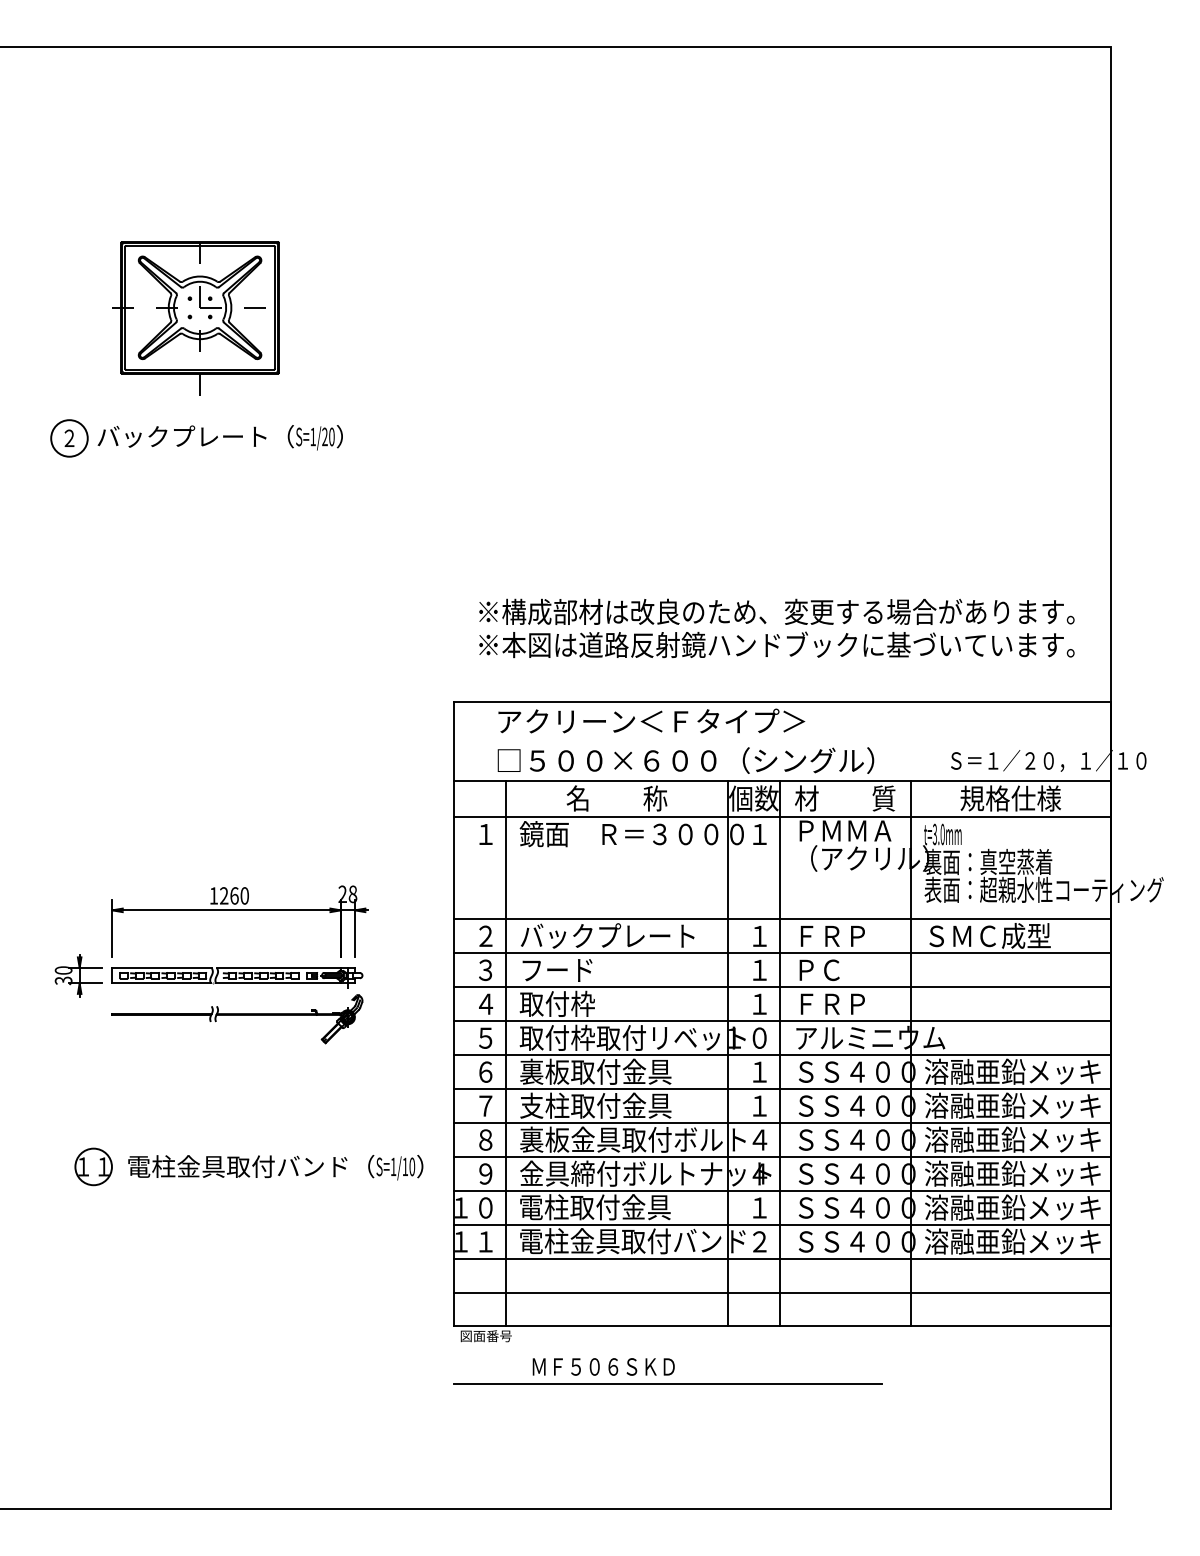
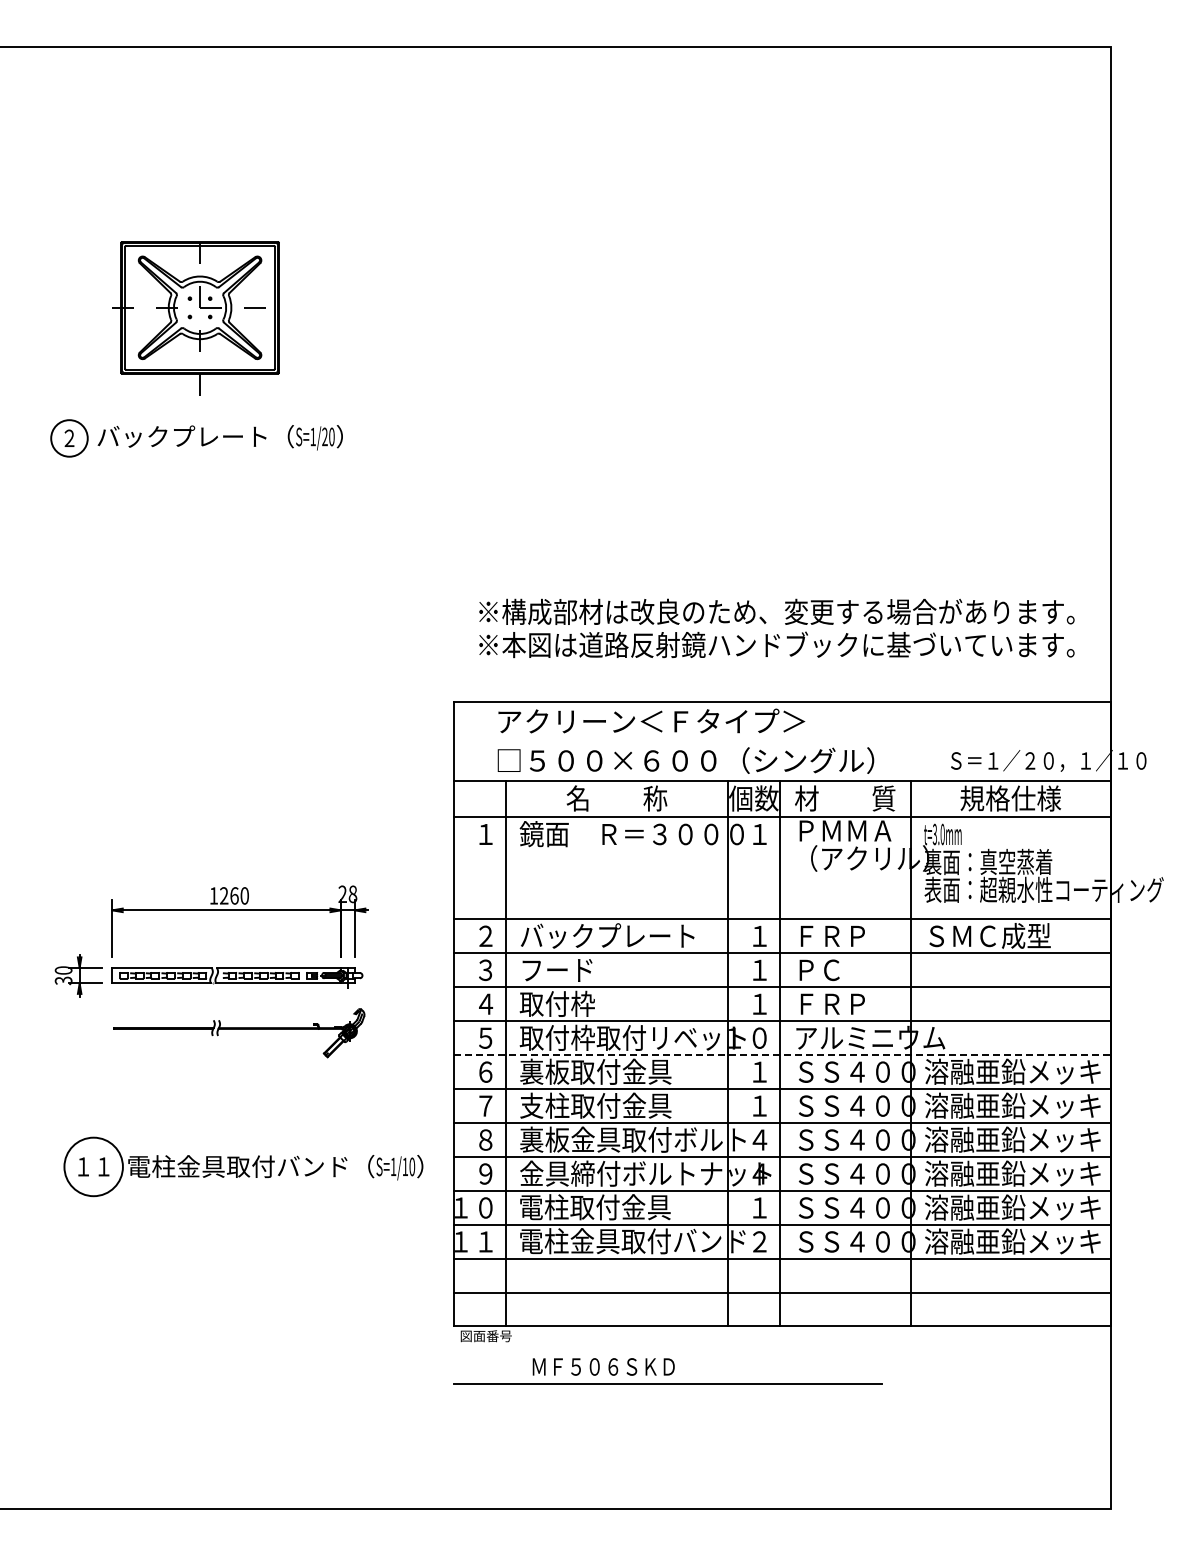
part at (237, 1019) position: (237, 1019) -> (239, 1033)
line at (782, 1054): solid -> dashed
circle at (93, 1166) diameter: 37 px -> 59 px
